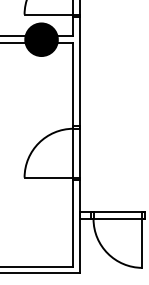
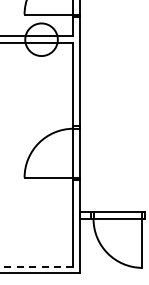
fill at (41, 39): present -> none
line at (36, 266): solid -> dashed
